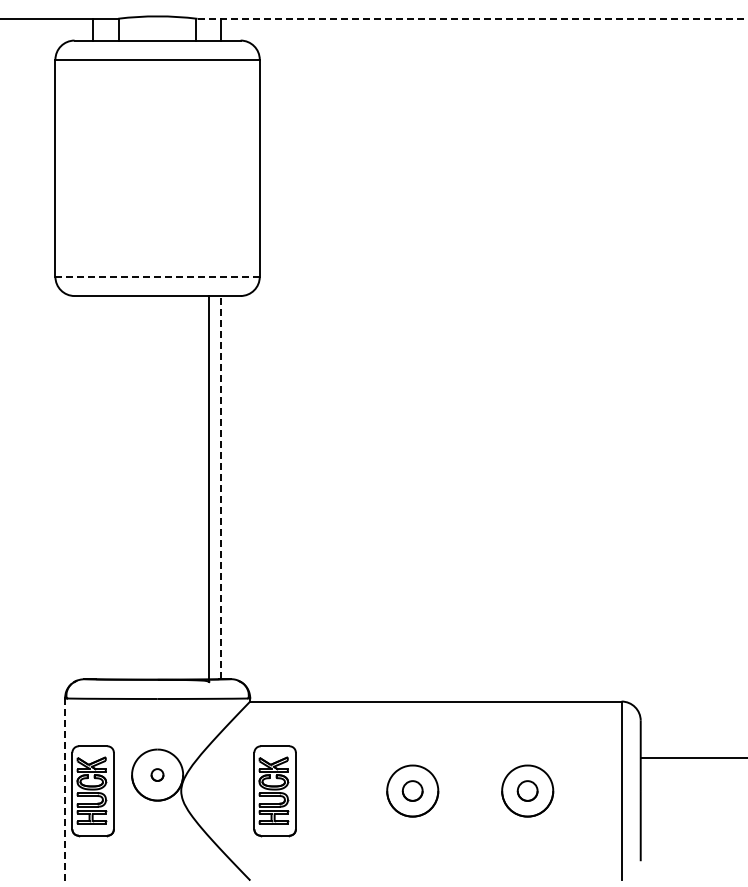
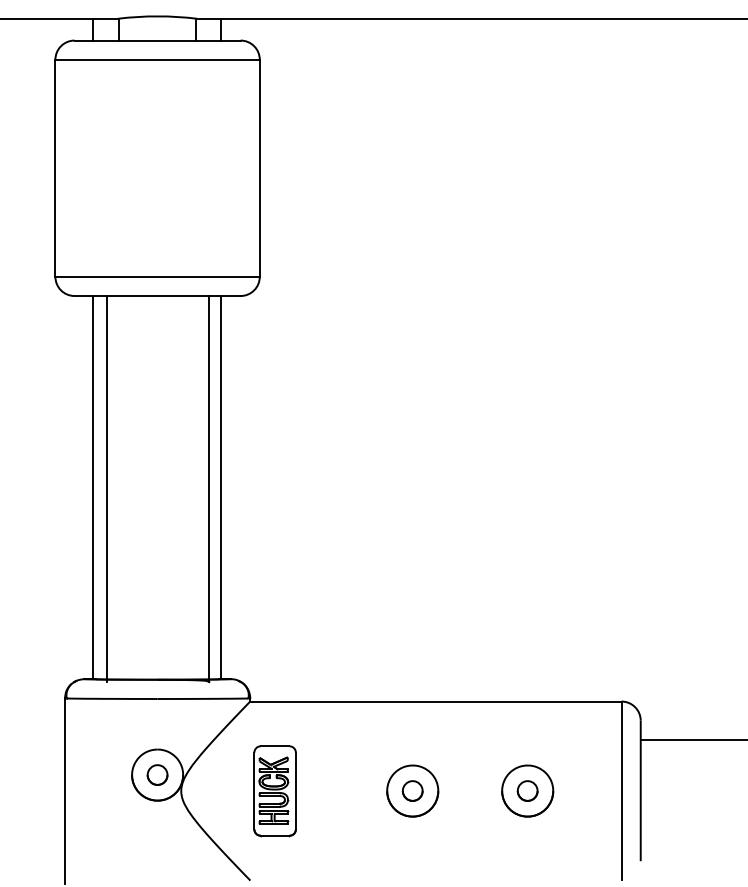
line at (472, 18): dashed -> solid
line at (158, 276): dashed -> solid
line at (93, 487): none -> present
line at (220, 487): dashed -> solid
line at (106, 489): none -> present
line at (692, 757) position: (692, 757) -> (692, 739)
part at (157, 774) size: 15x14 px -> 23x22 px
line at (65, 790): dashed -> solid
part at (92, 791): present -> none
